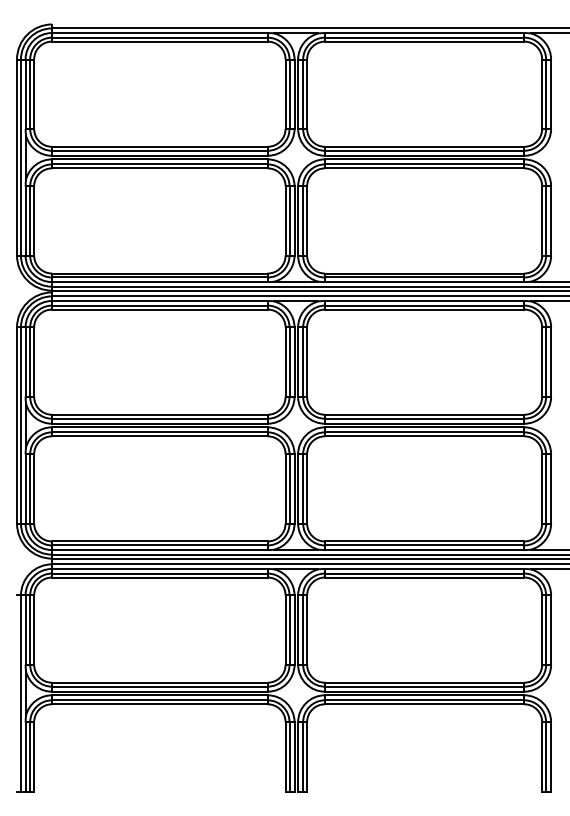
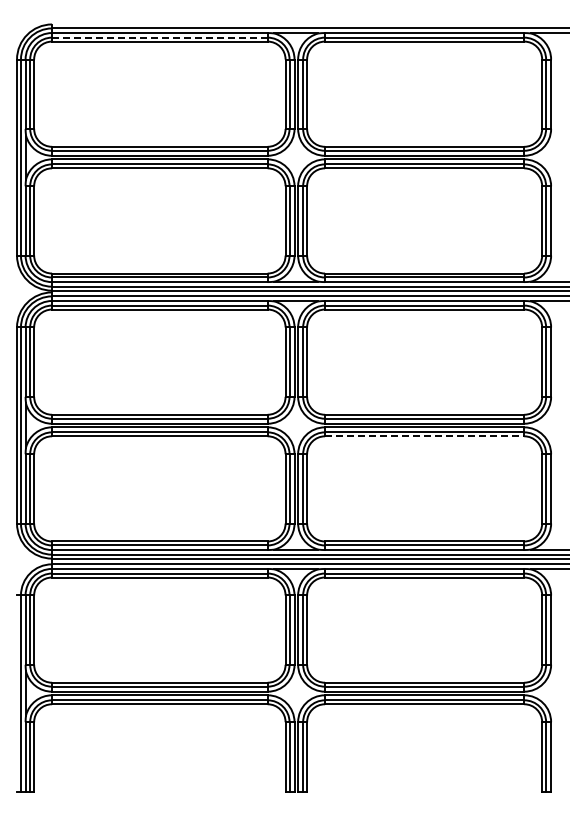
line at (159, 37): solid -> dashed
line at (424, 436): solid -> dashed
